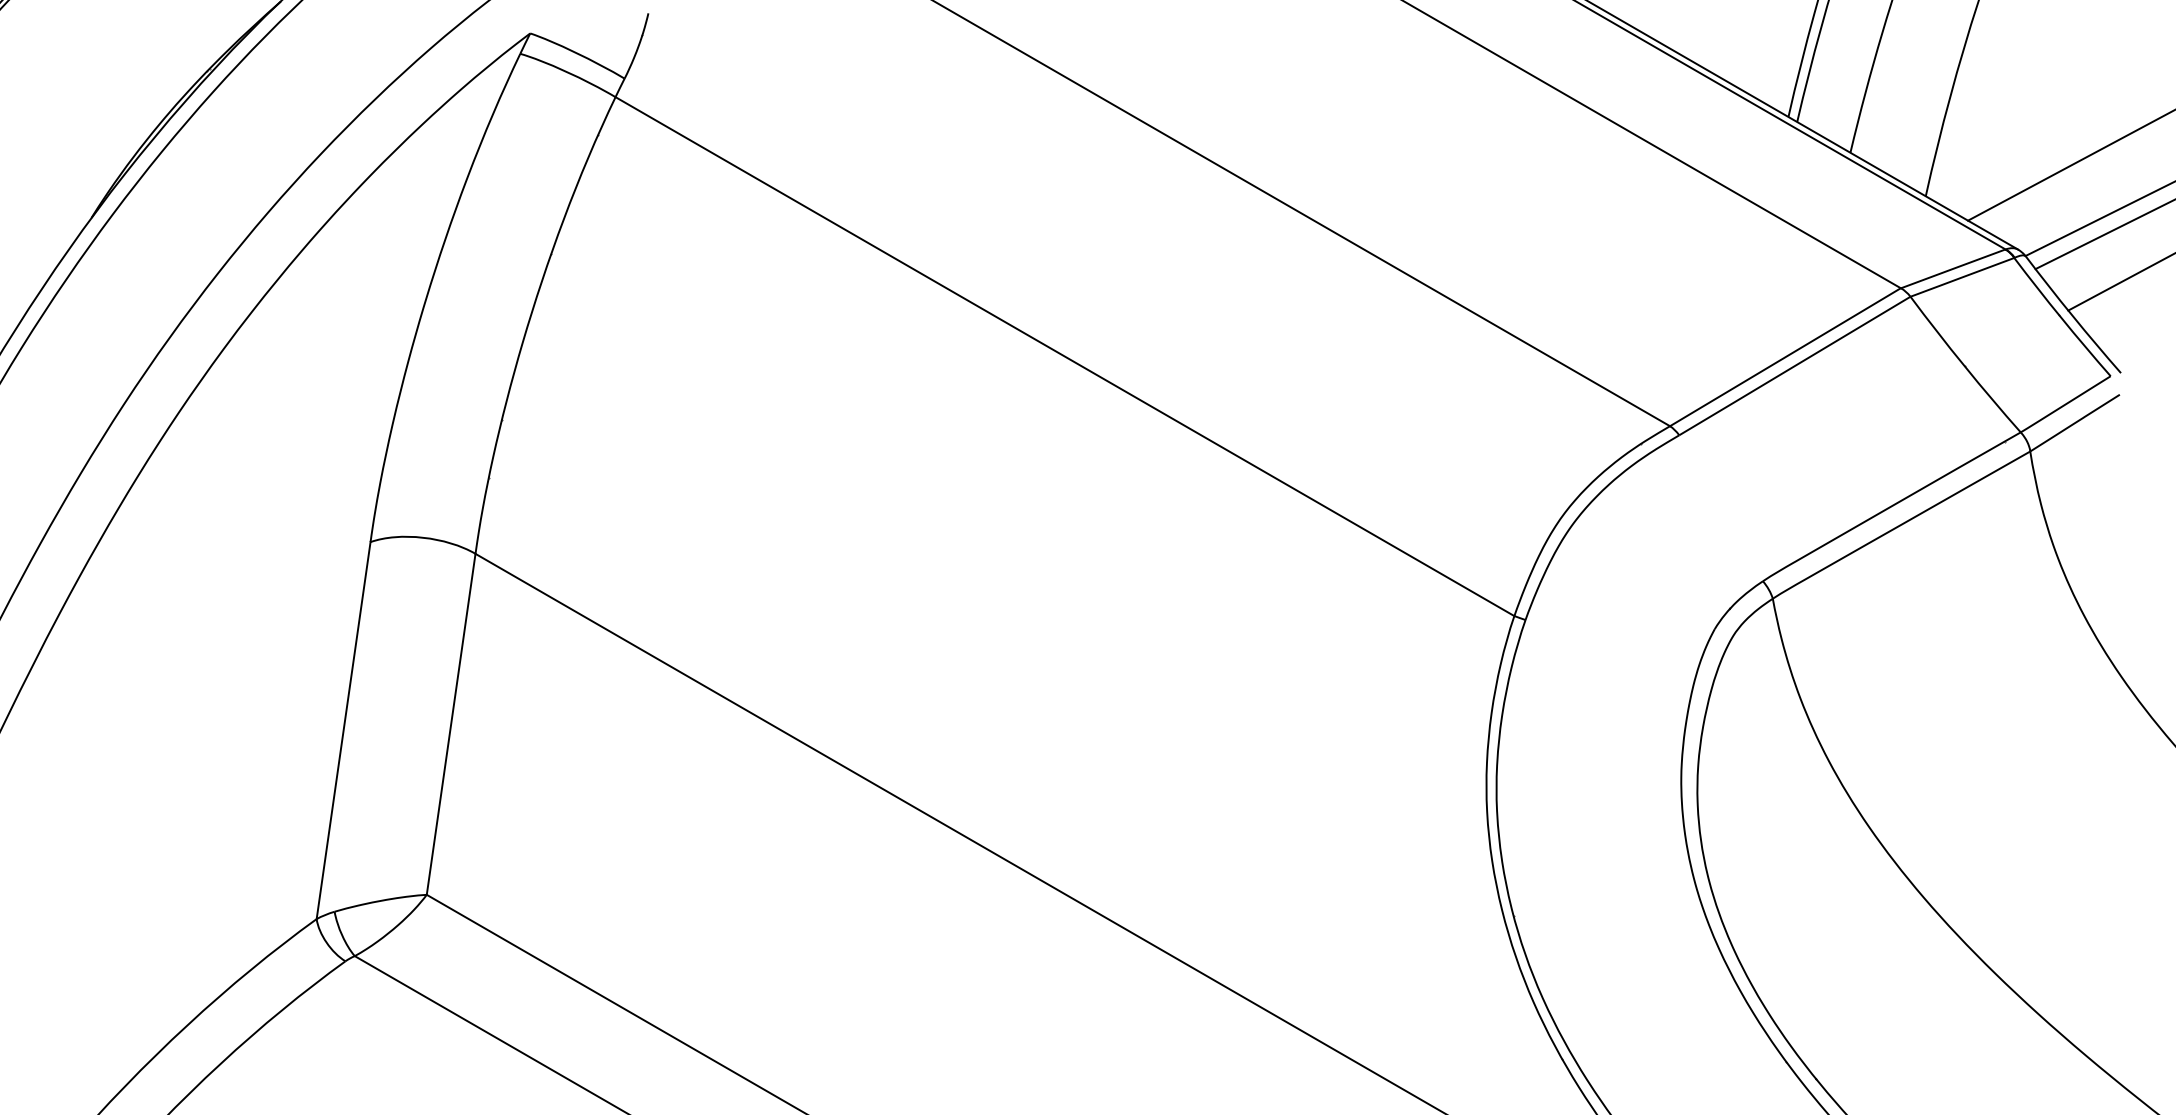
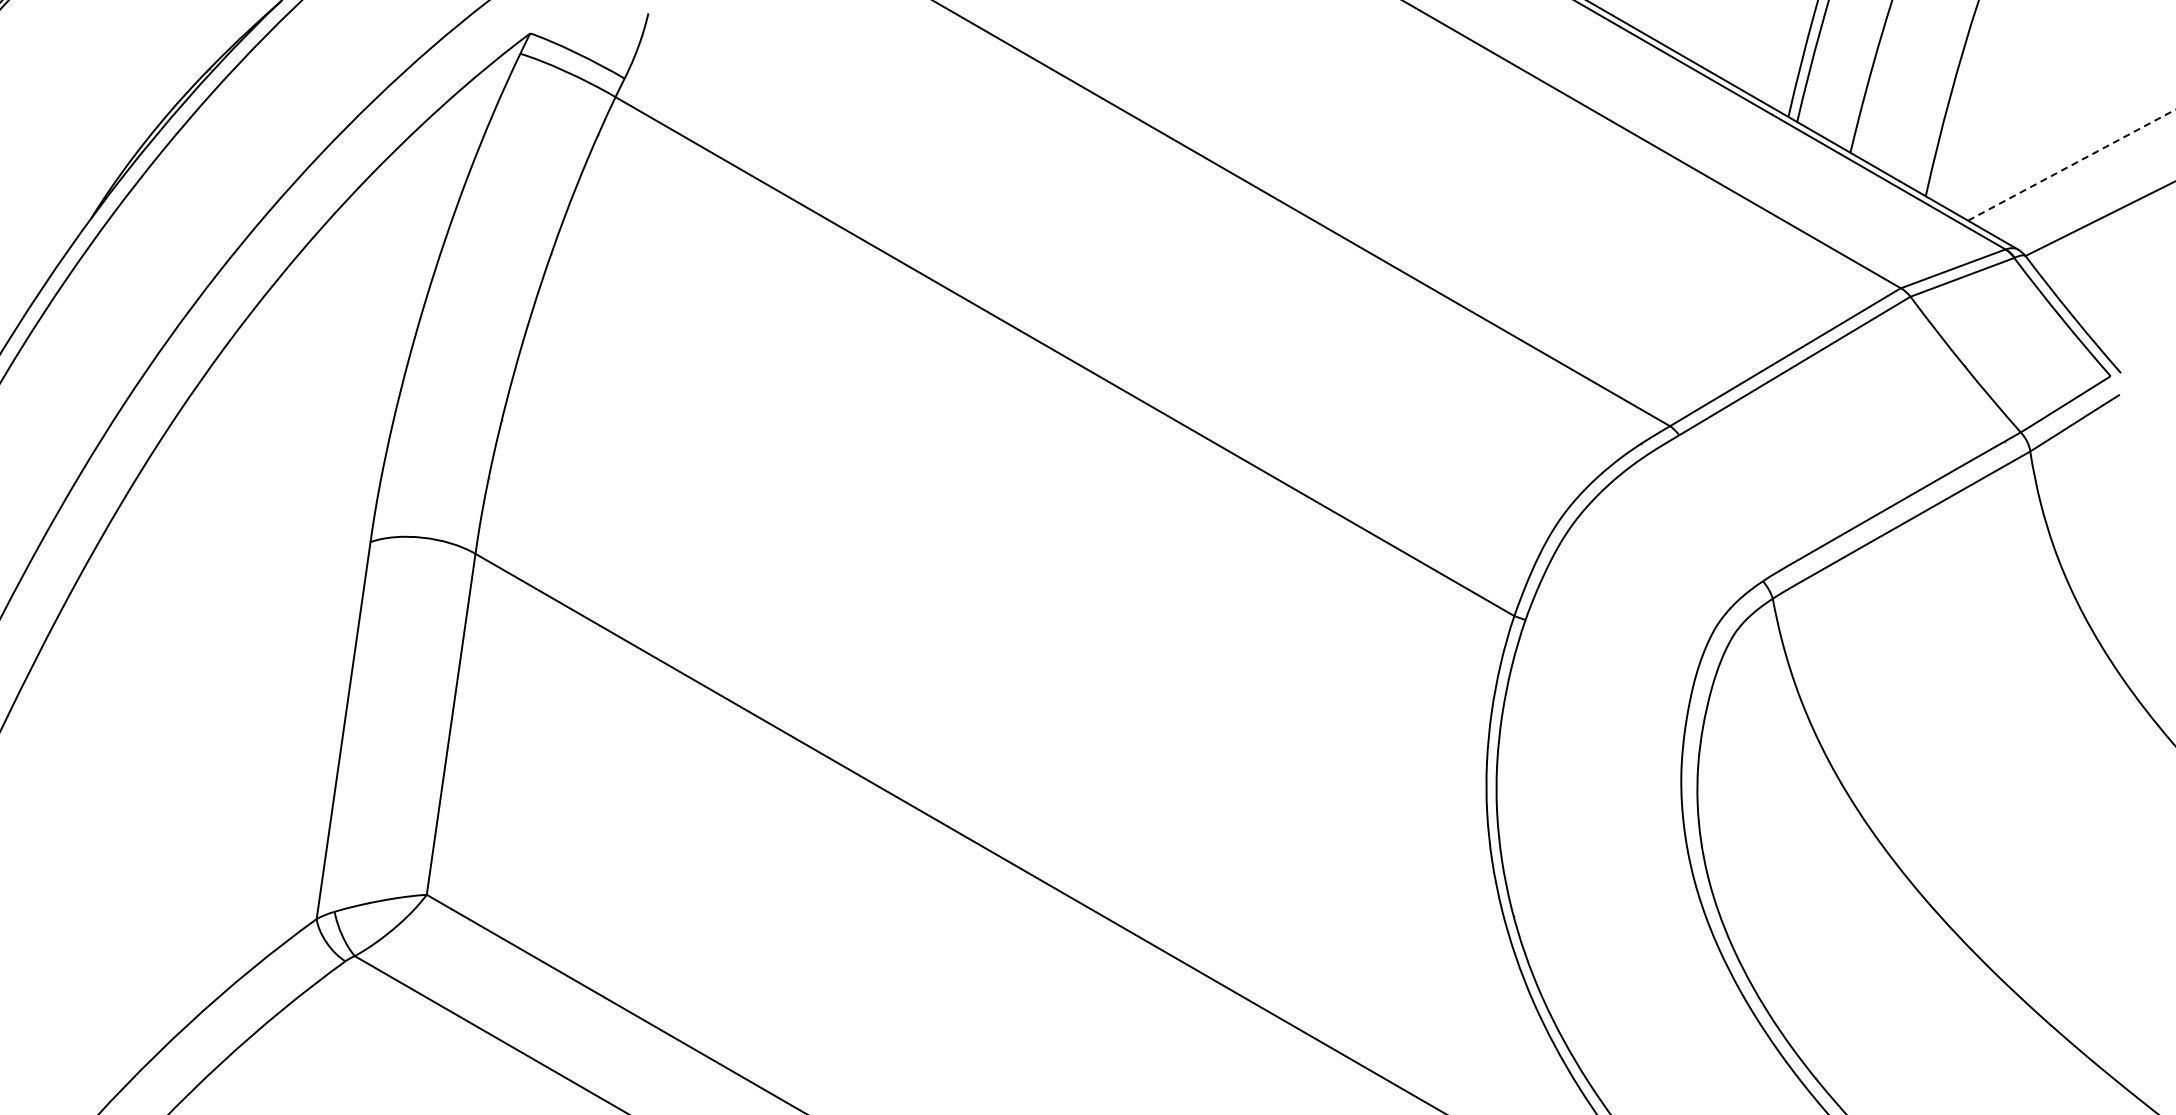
line at (2072, 165): solid -> dashed
line at (2103, 234): present -> none
line at (2120, 282): present -> none
